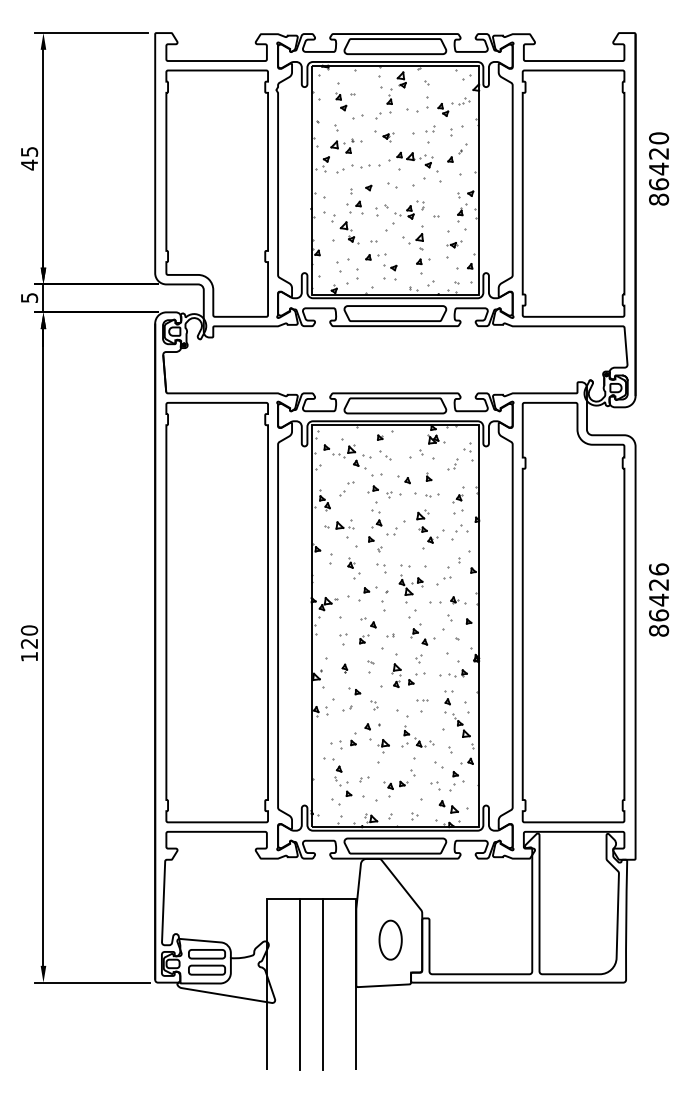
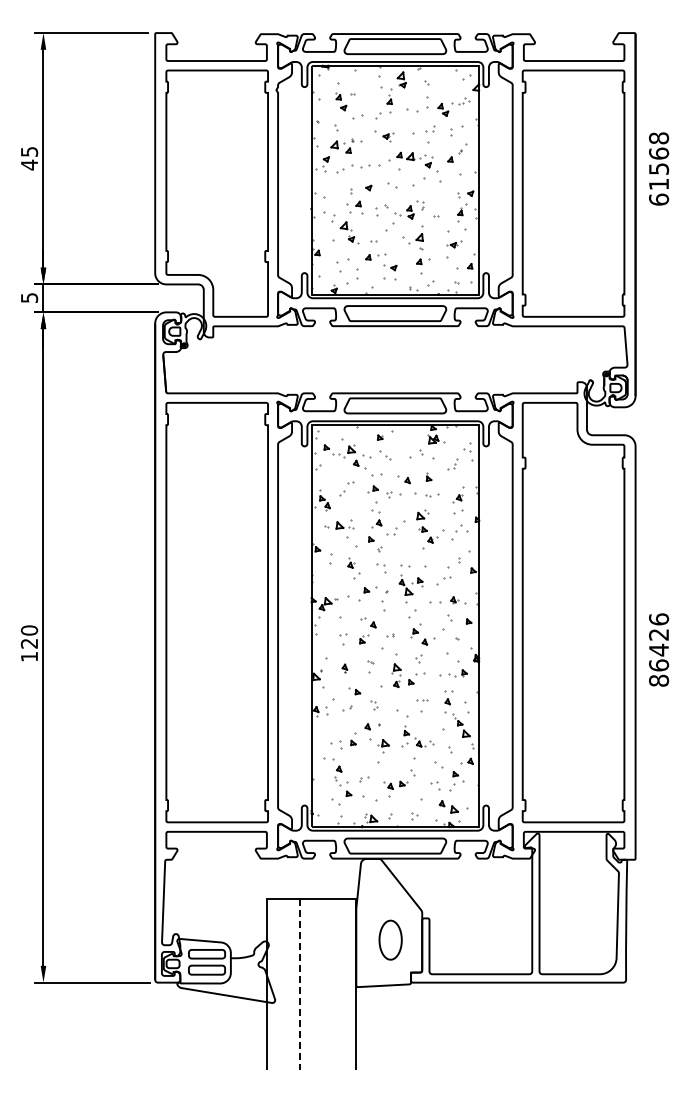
text at (659, 168): 86420 -> 61568
text at (659, 599) position: (659, 599) -> (659, 649)
line at (322, 983): present -> none
line at (300, 984): solid -> dashed
